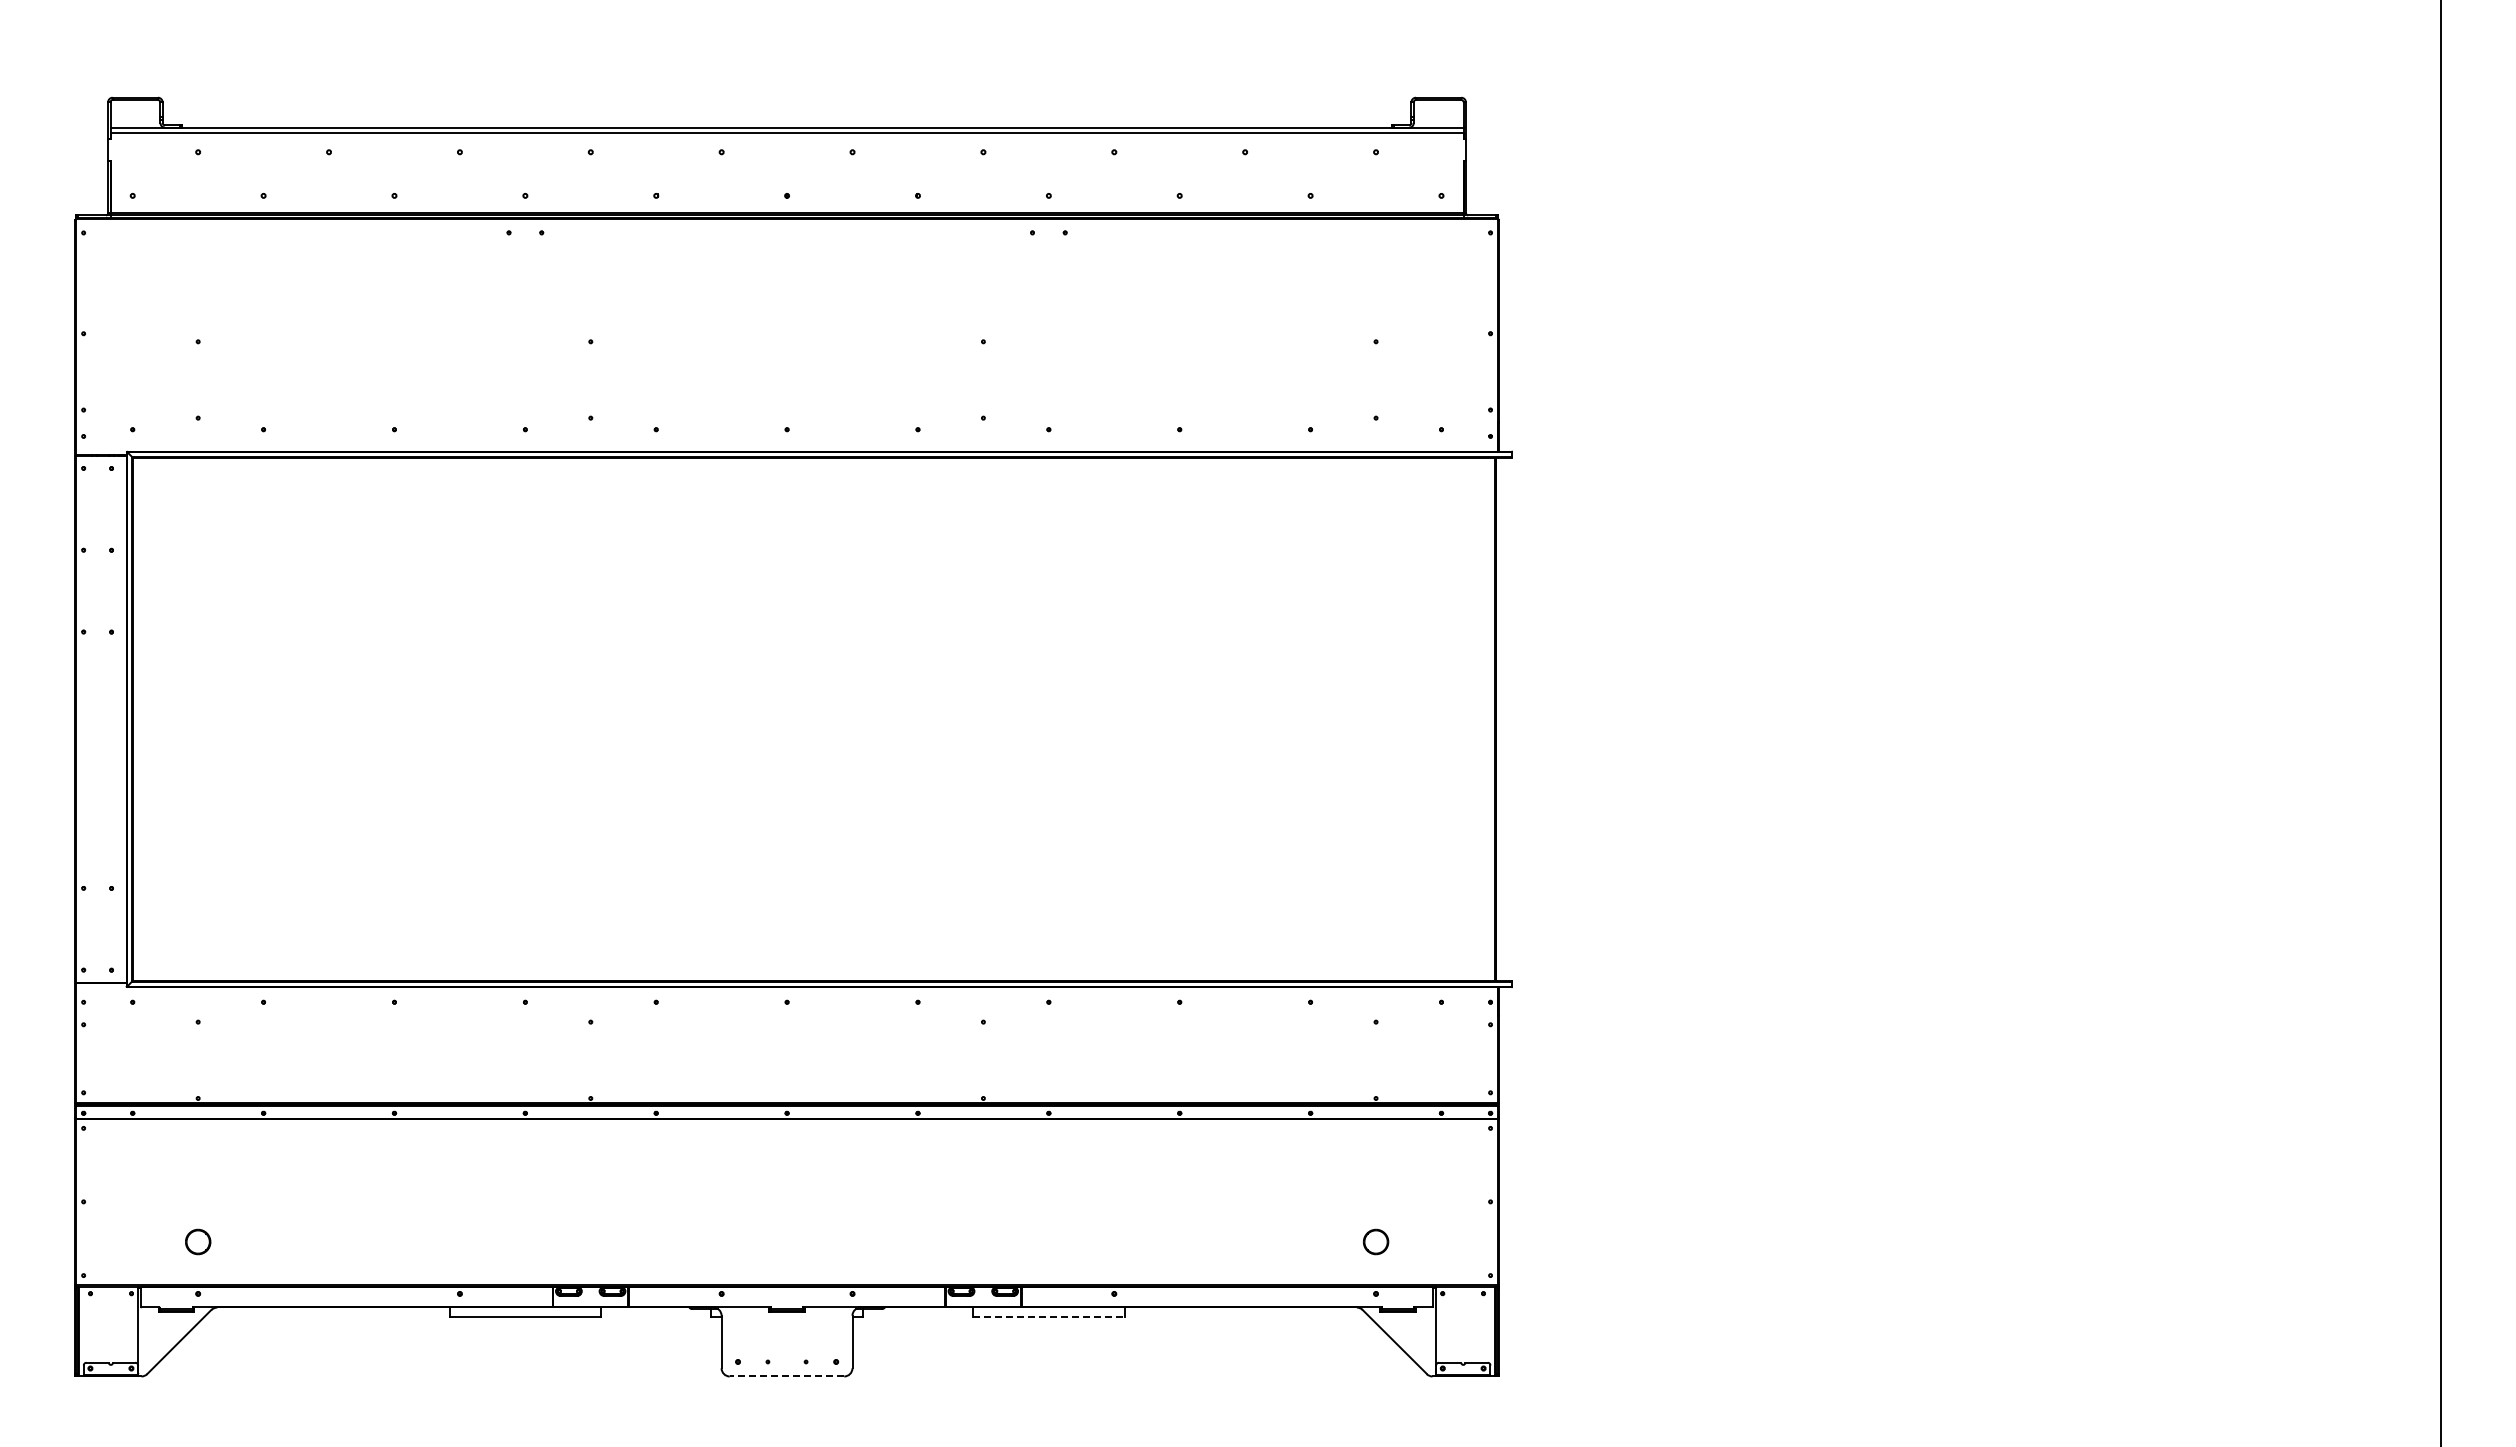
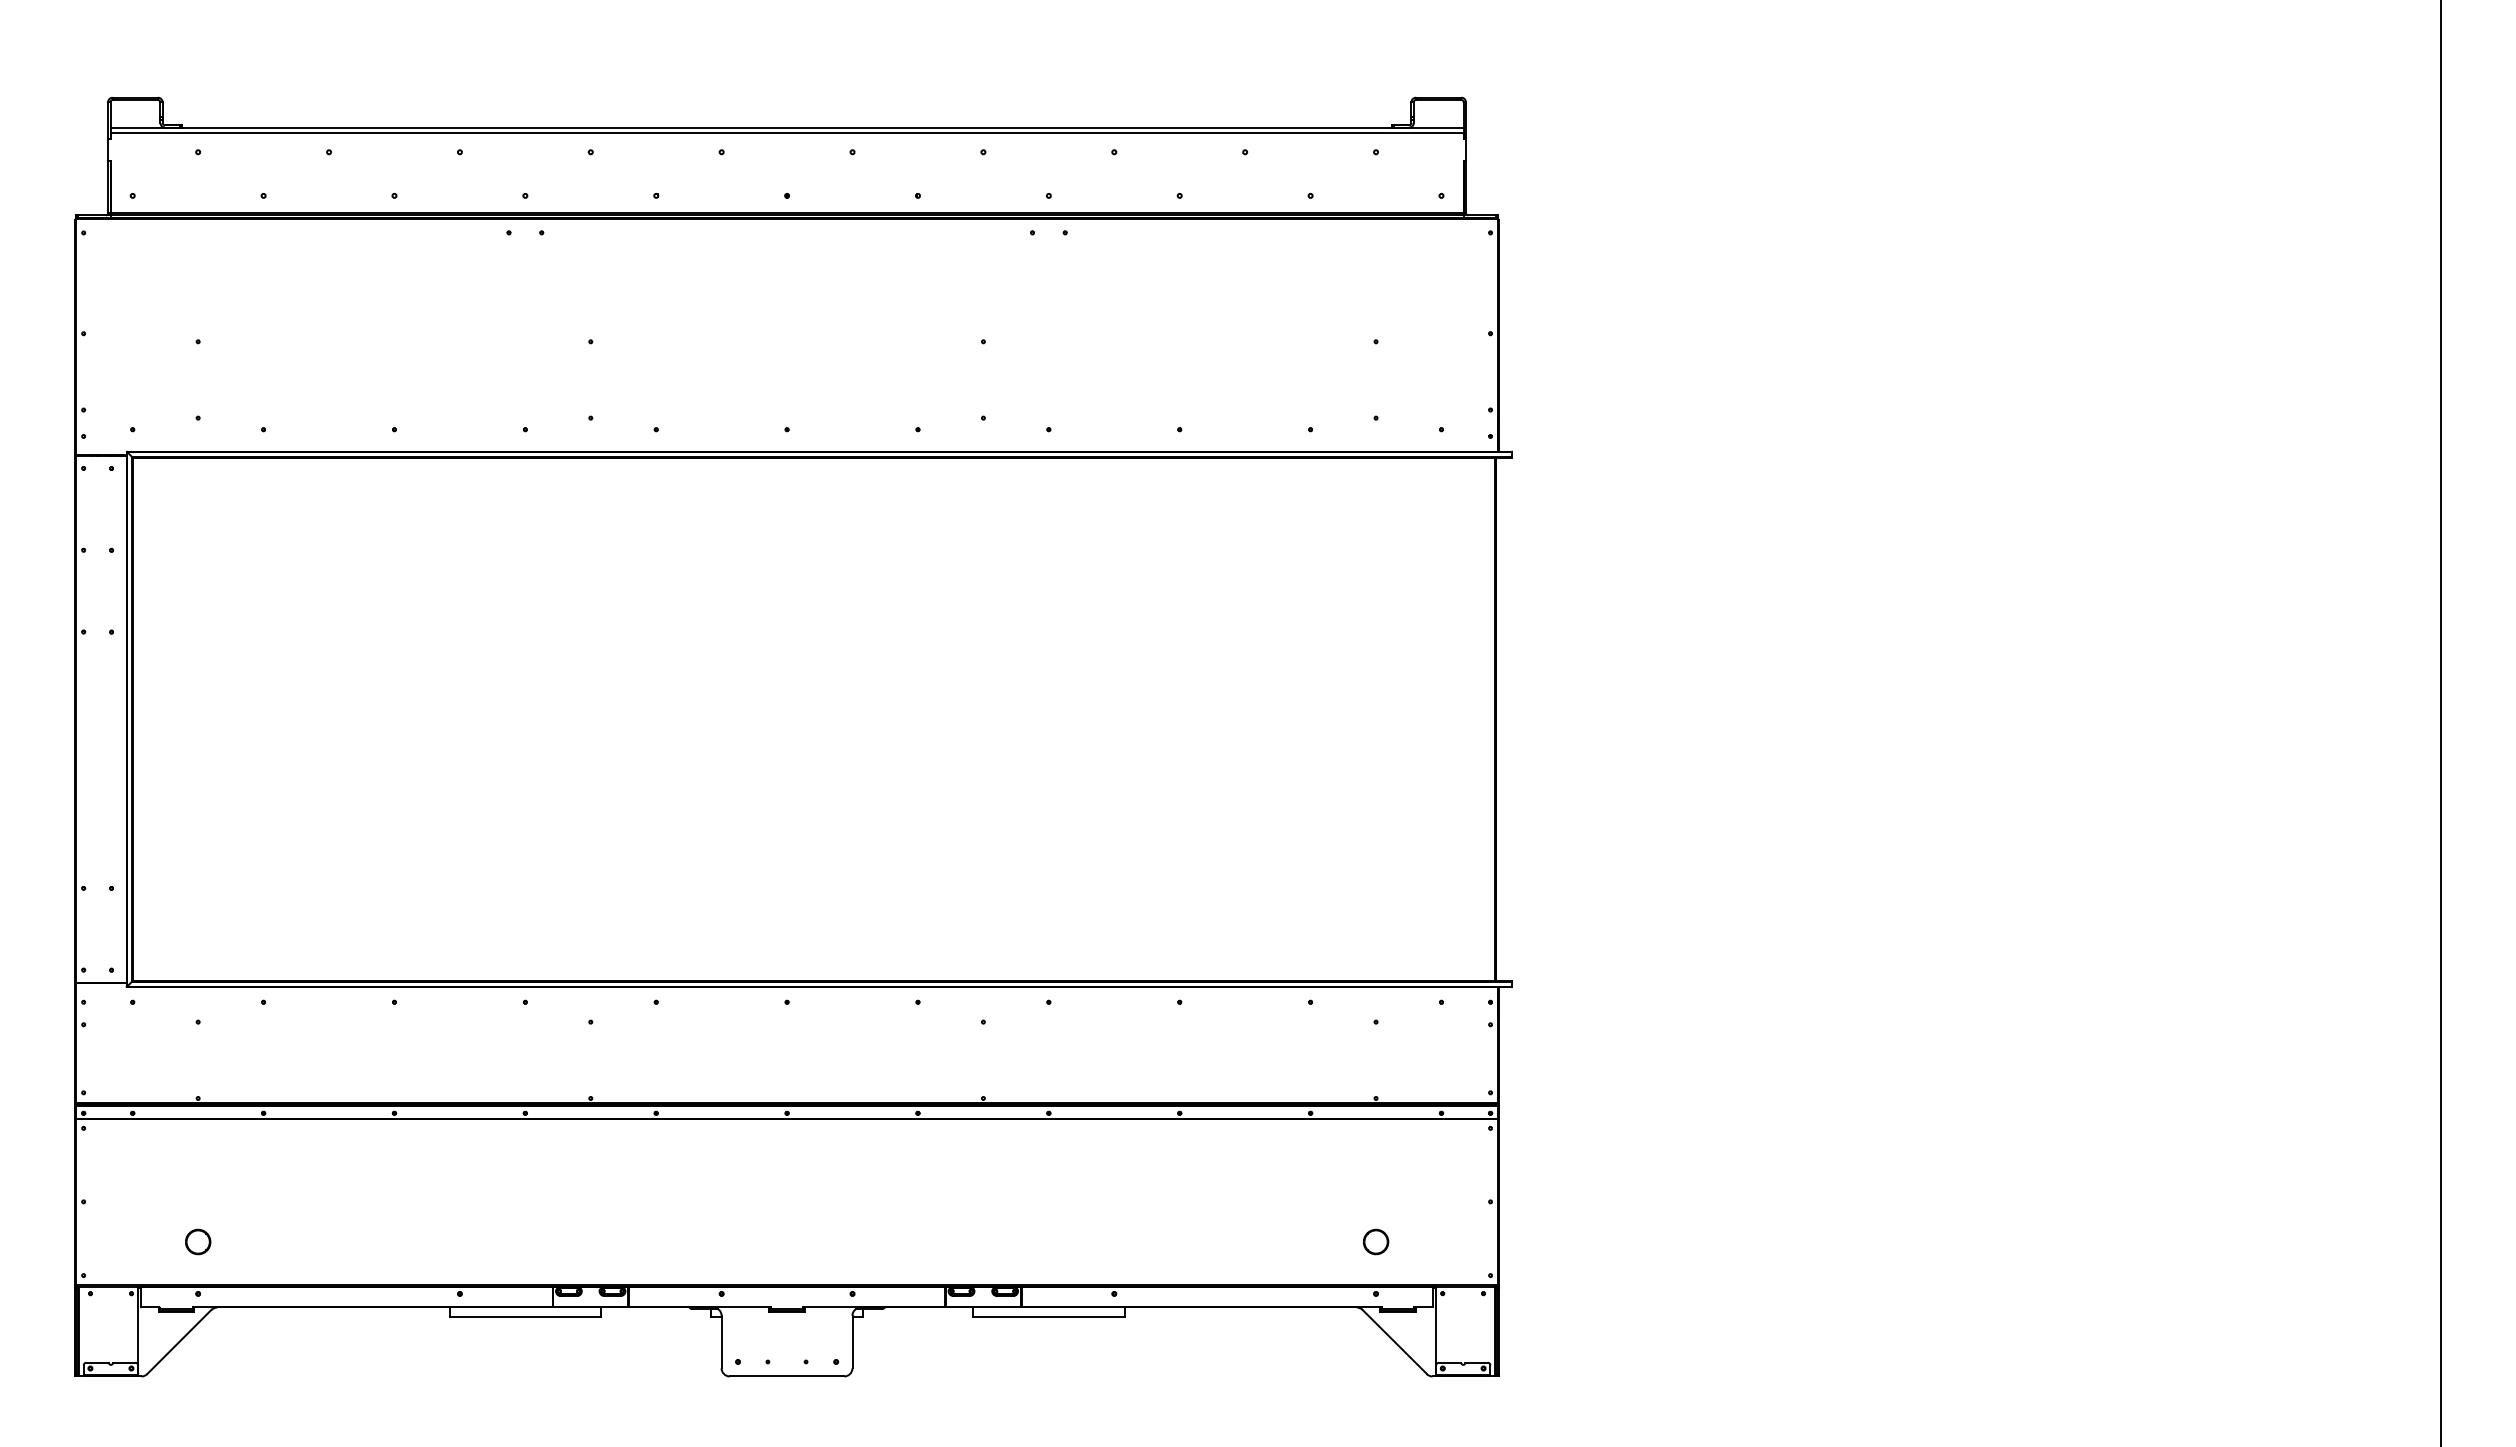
line at (1048, 1317): dashed -> solid
line at (786, 1376): dashed -> solid
